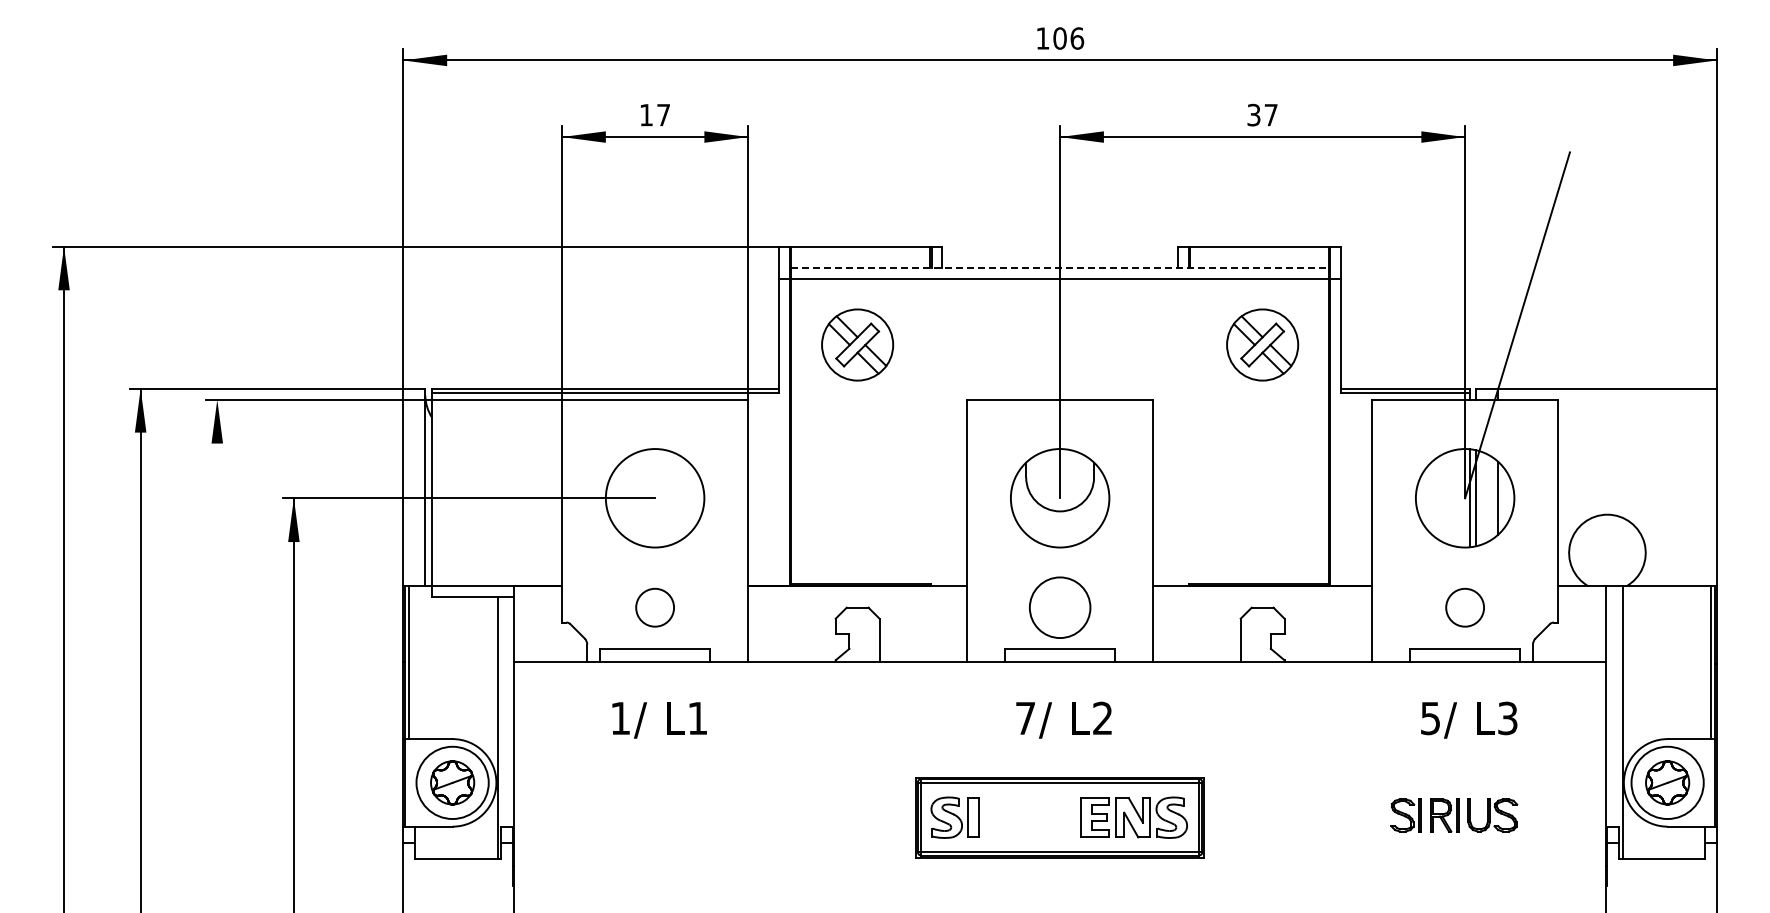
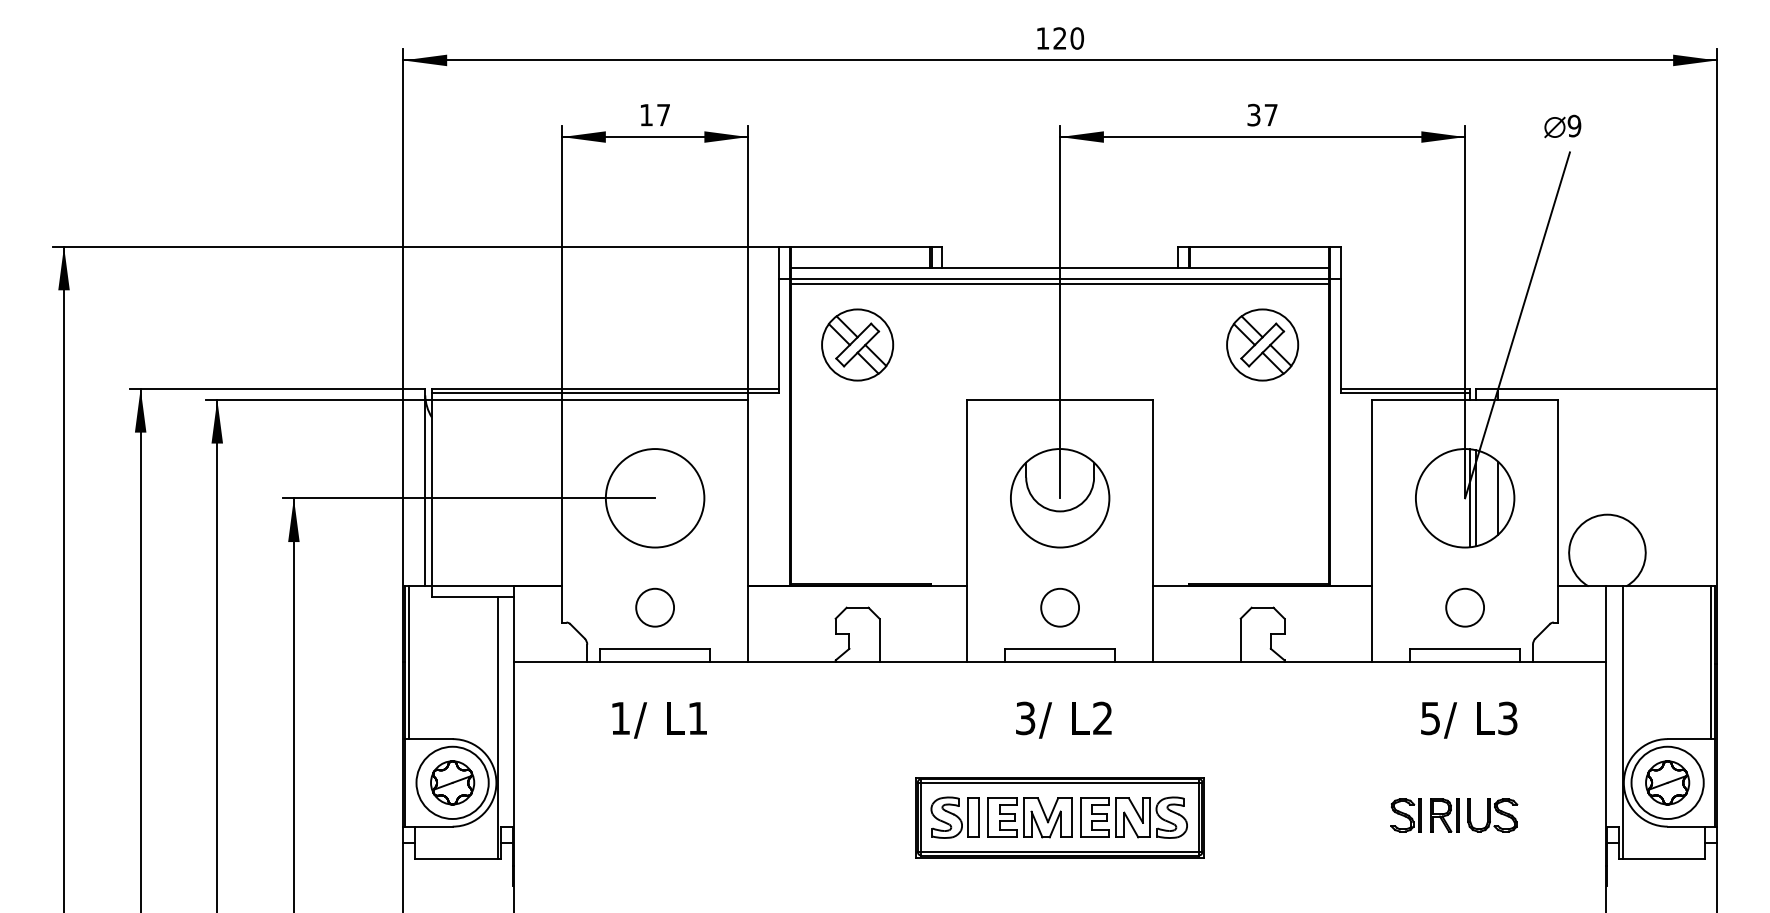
text at (1068, 38): 106 -> 120
part at (1562, 126): none -> present
line at (1060, 268): dashed -> solid
line at (1059, 283): none -> present
circle at (1059, 607) diameter: 61 px -> 38 px
line at (217, 654): none -> present
text at (1025, 718): 7 -> 3
part at (1029, 817): none -> present
